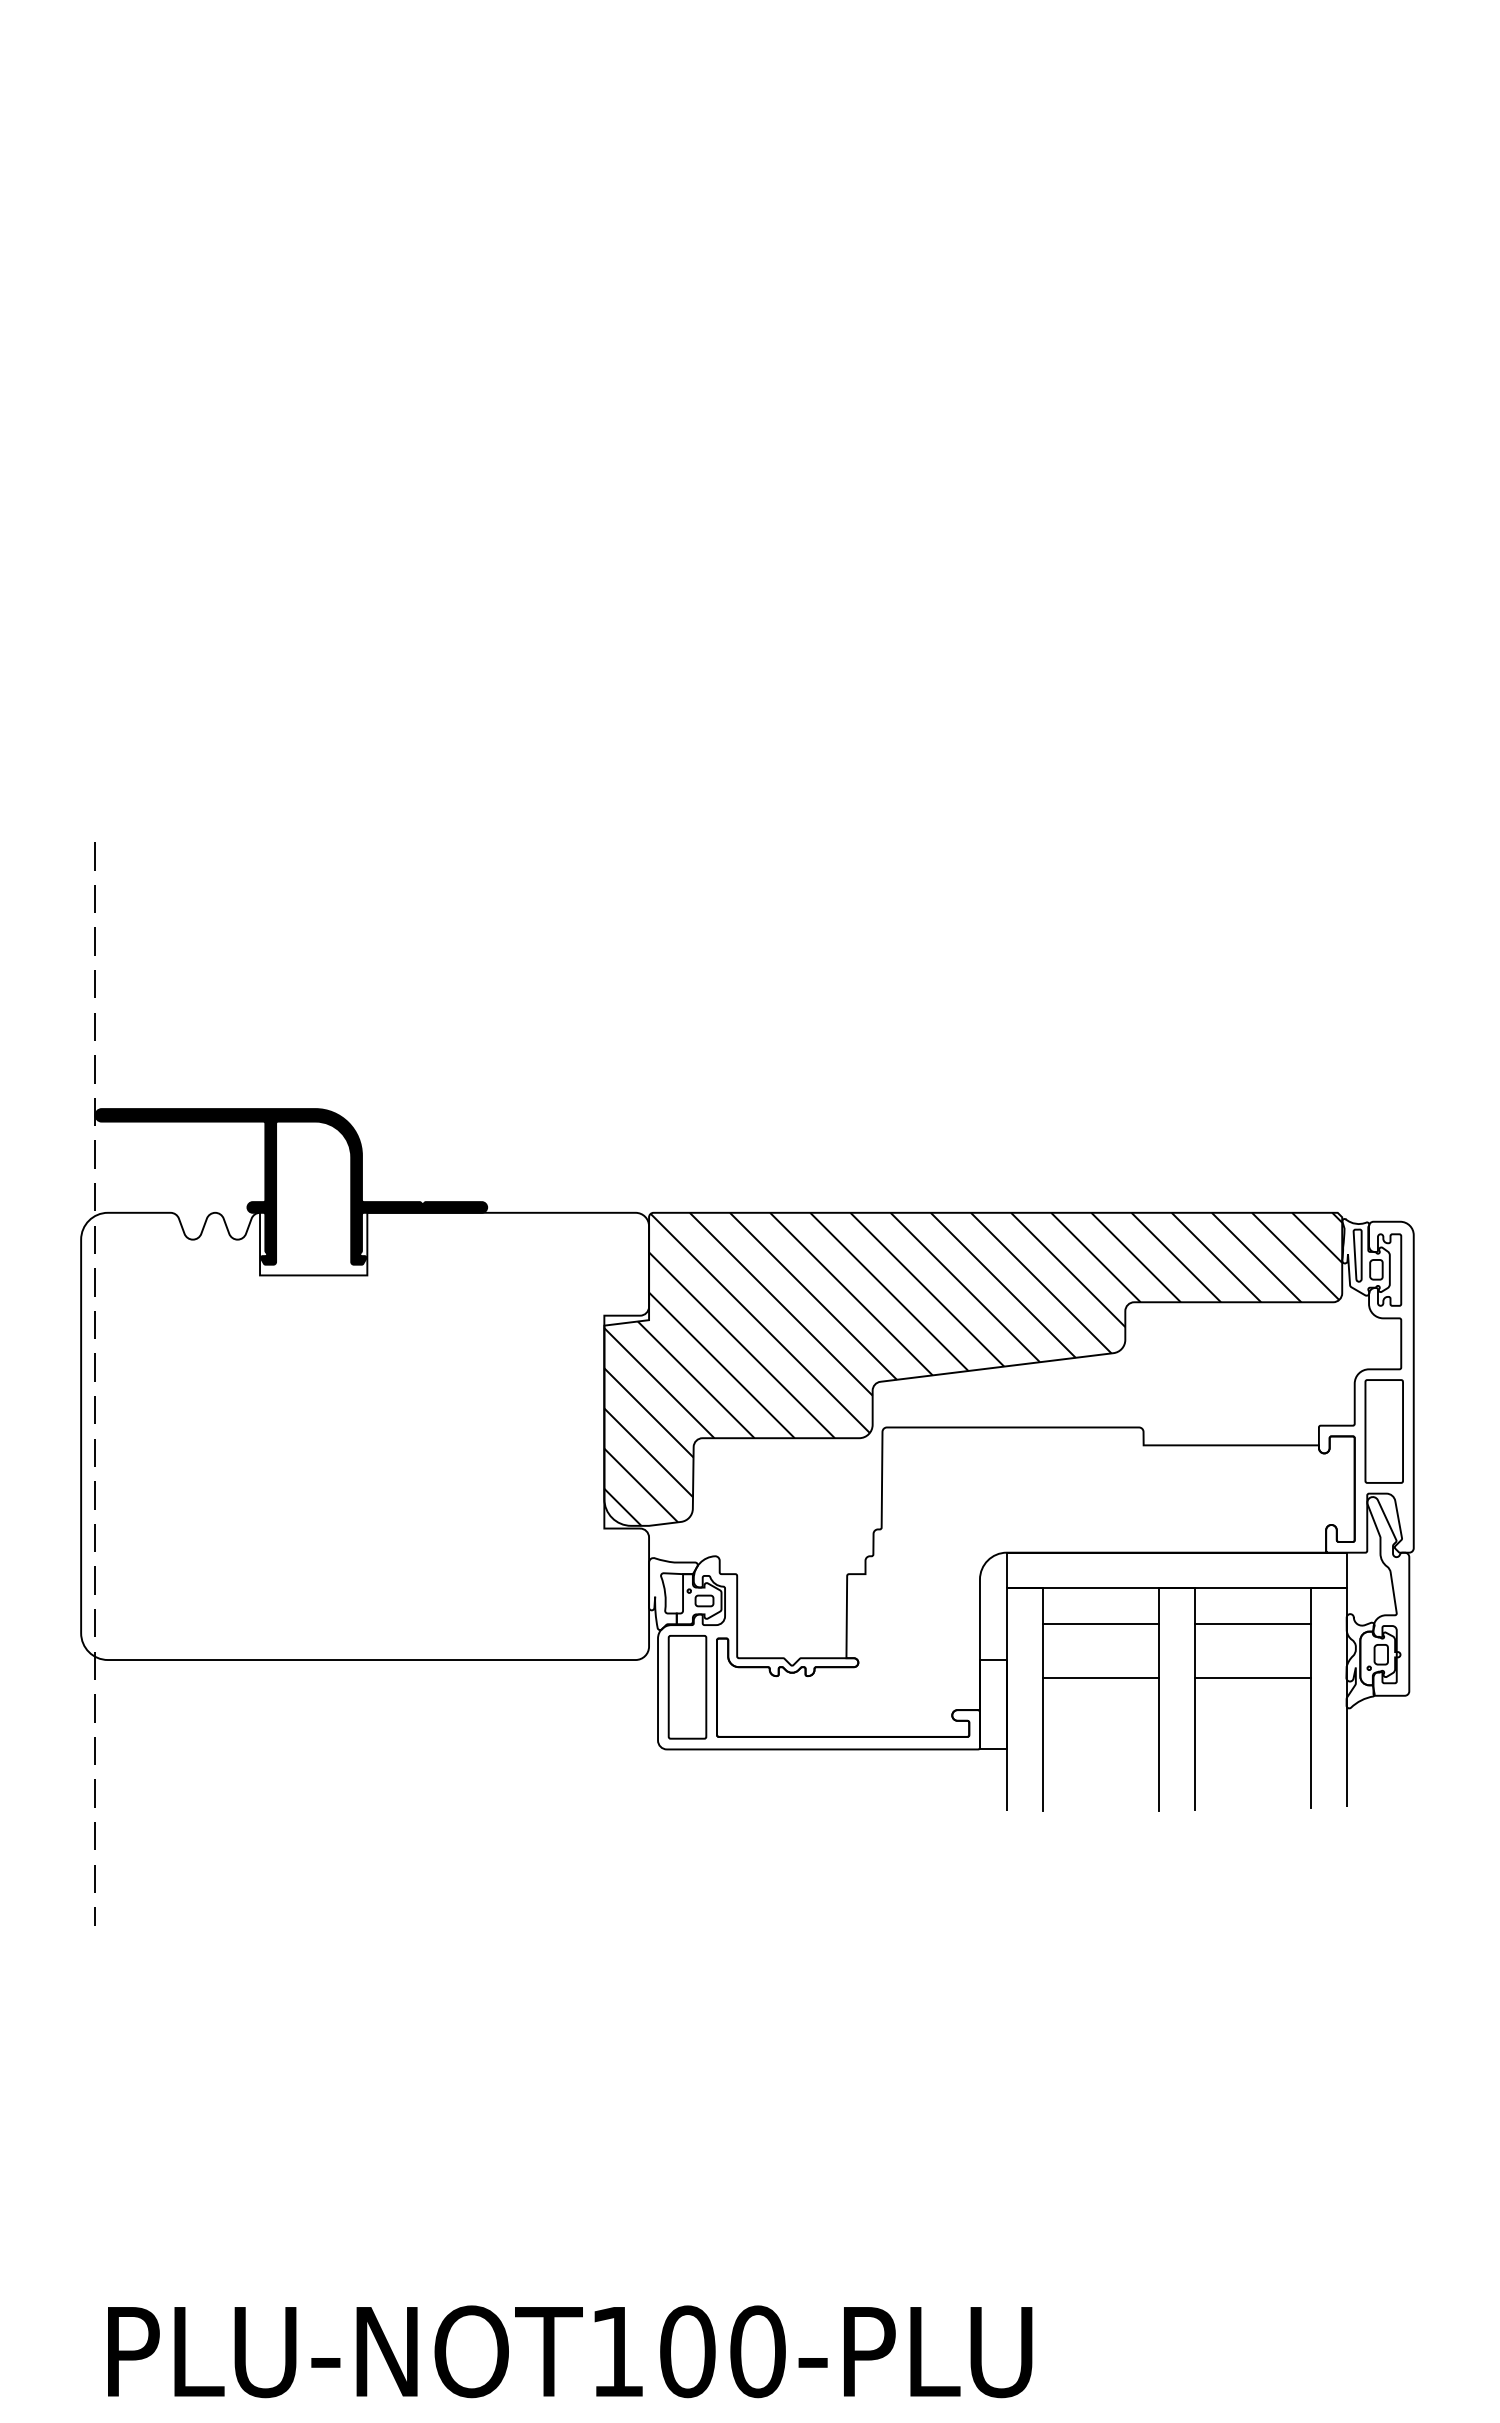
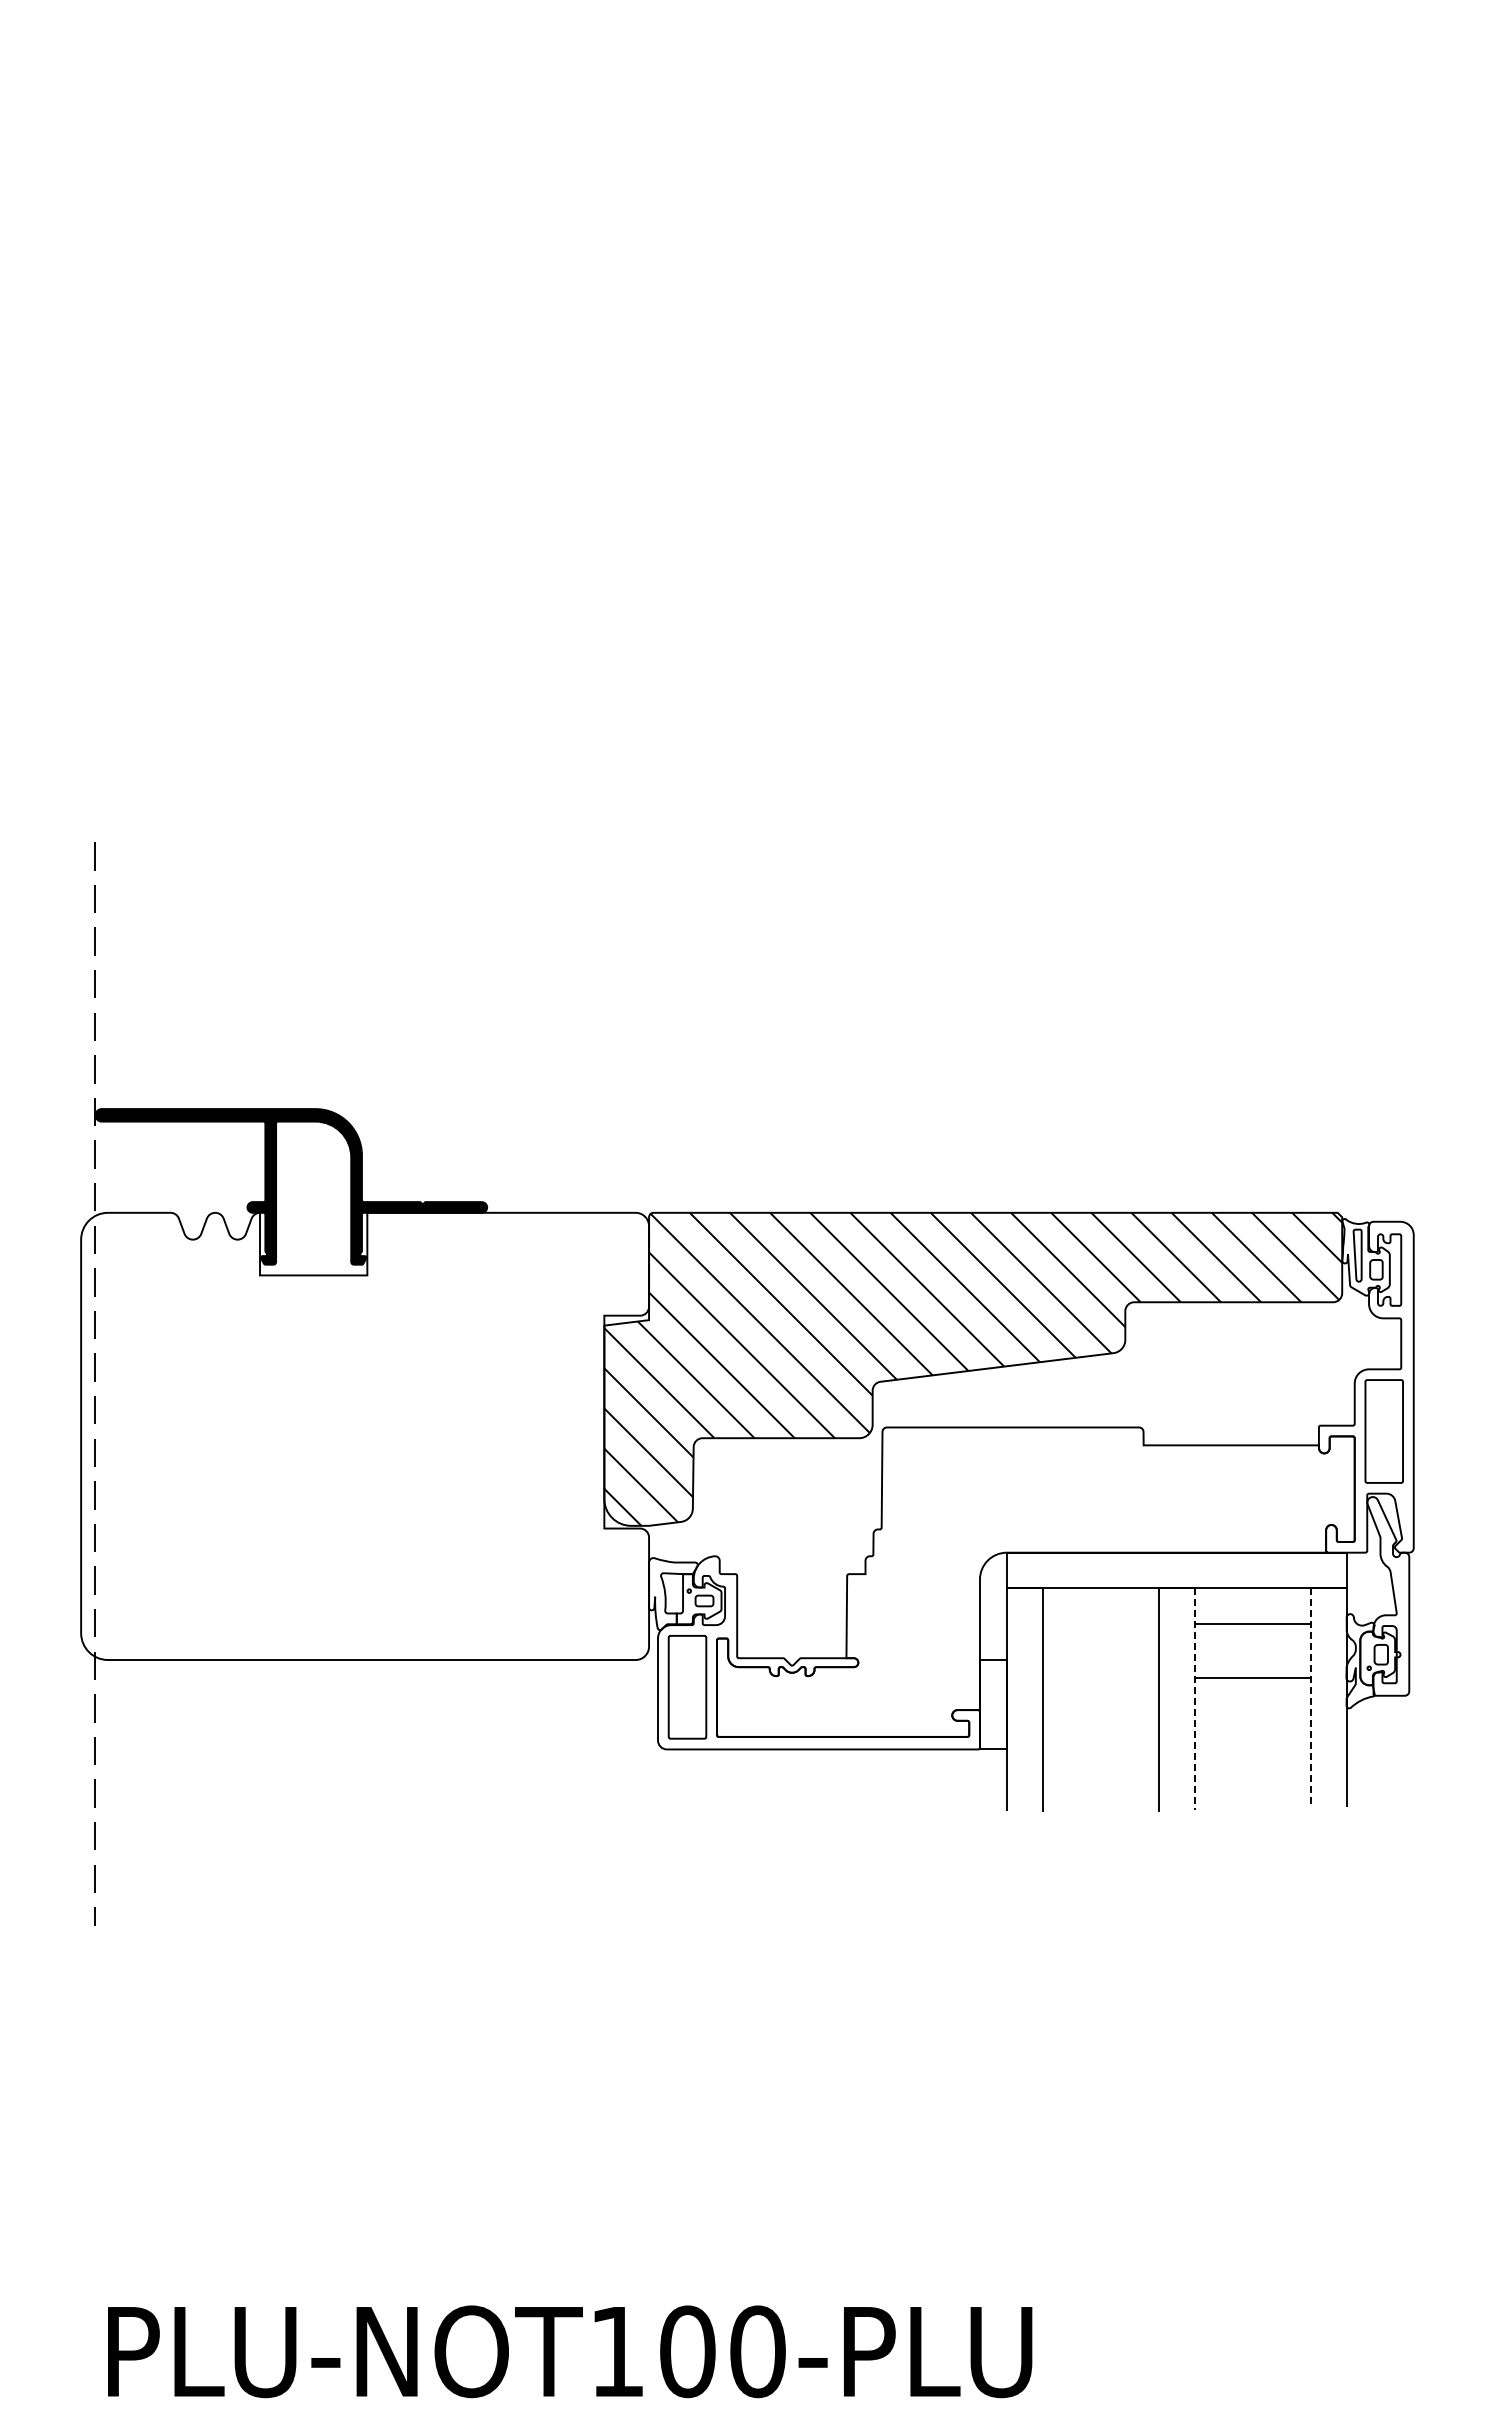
line at (1100, 1624): present -> none
line at (1100, 1677): present -> none
line at (1310, 1698): solid -> dashed
line at (1194, 1699): solid -> dashed
